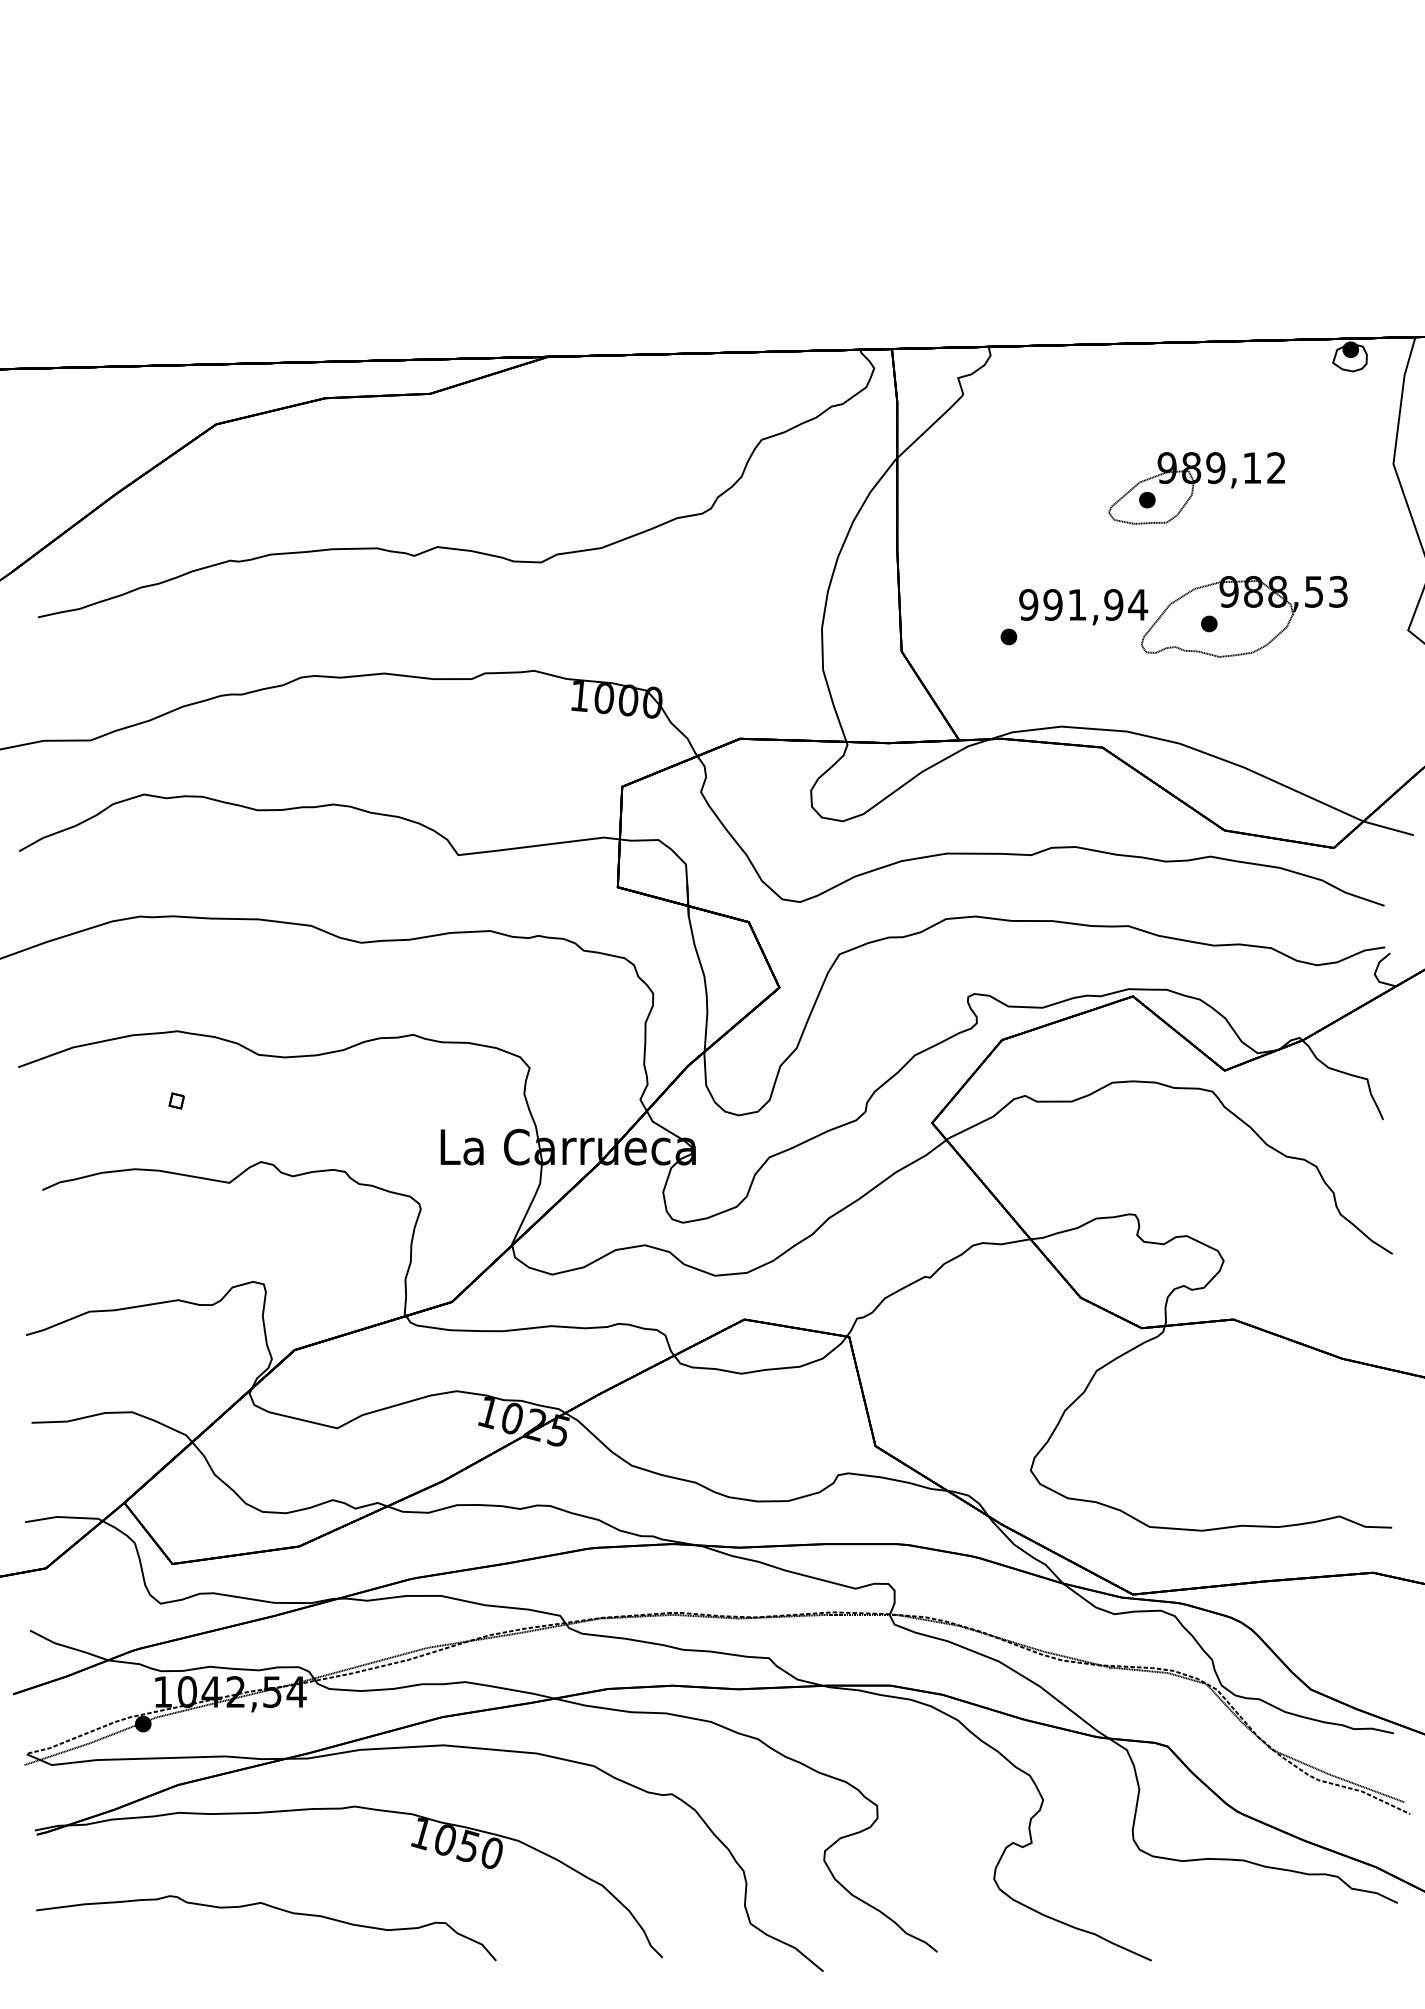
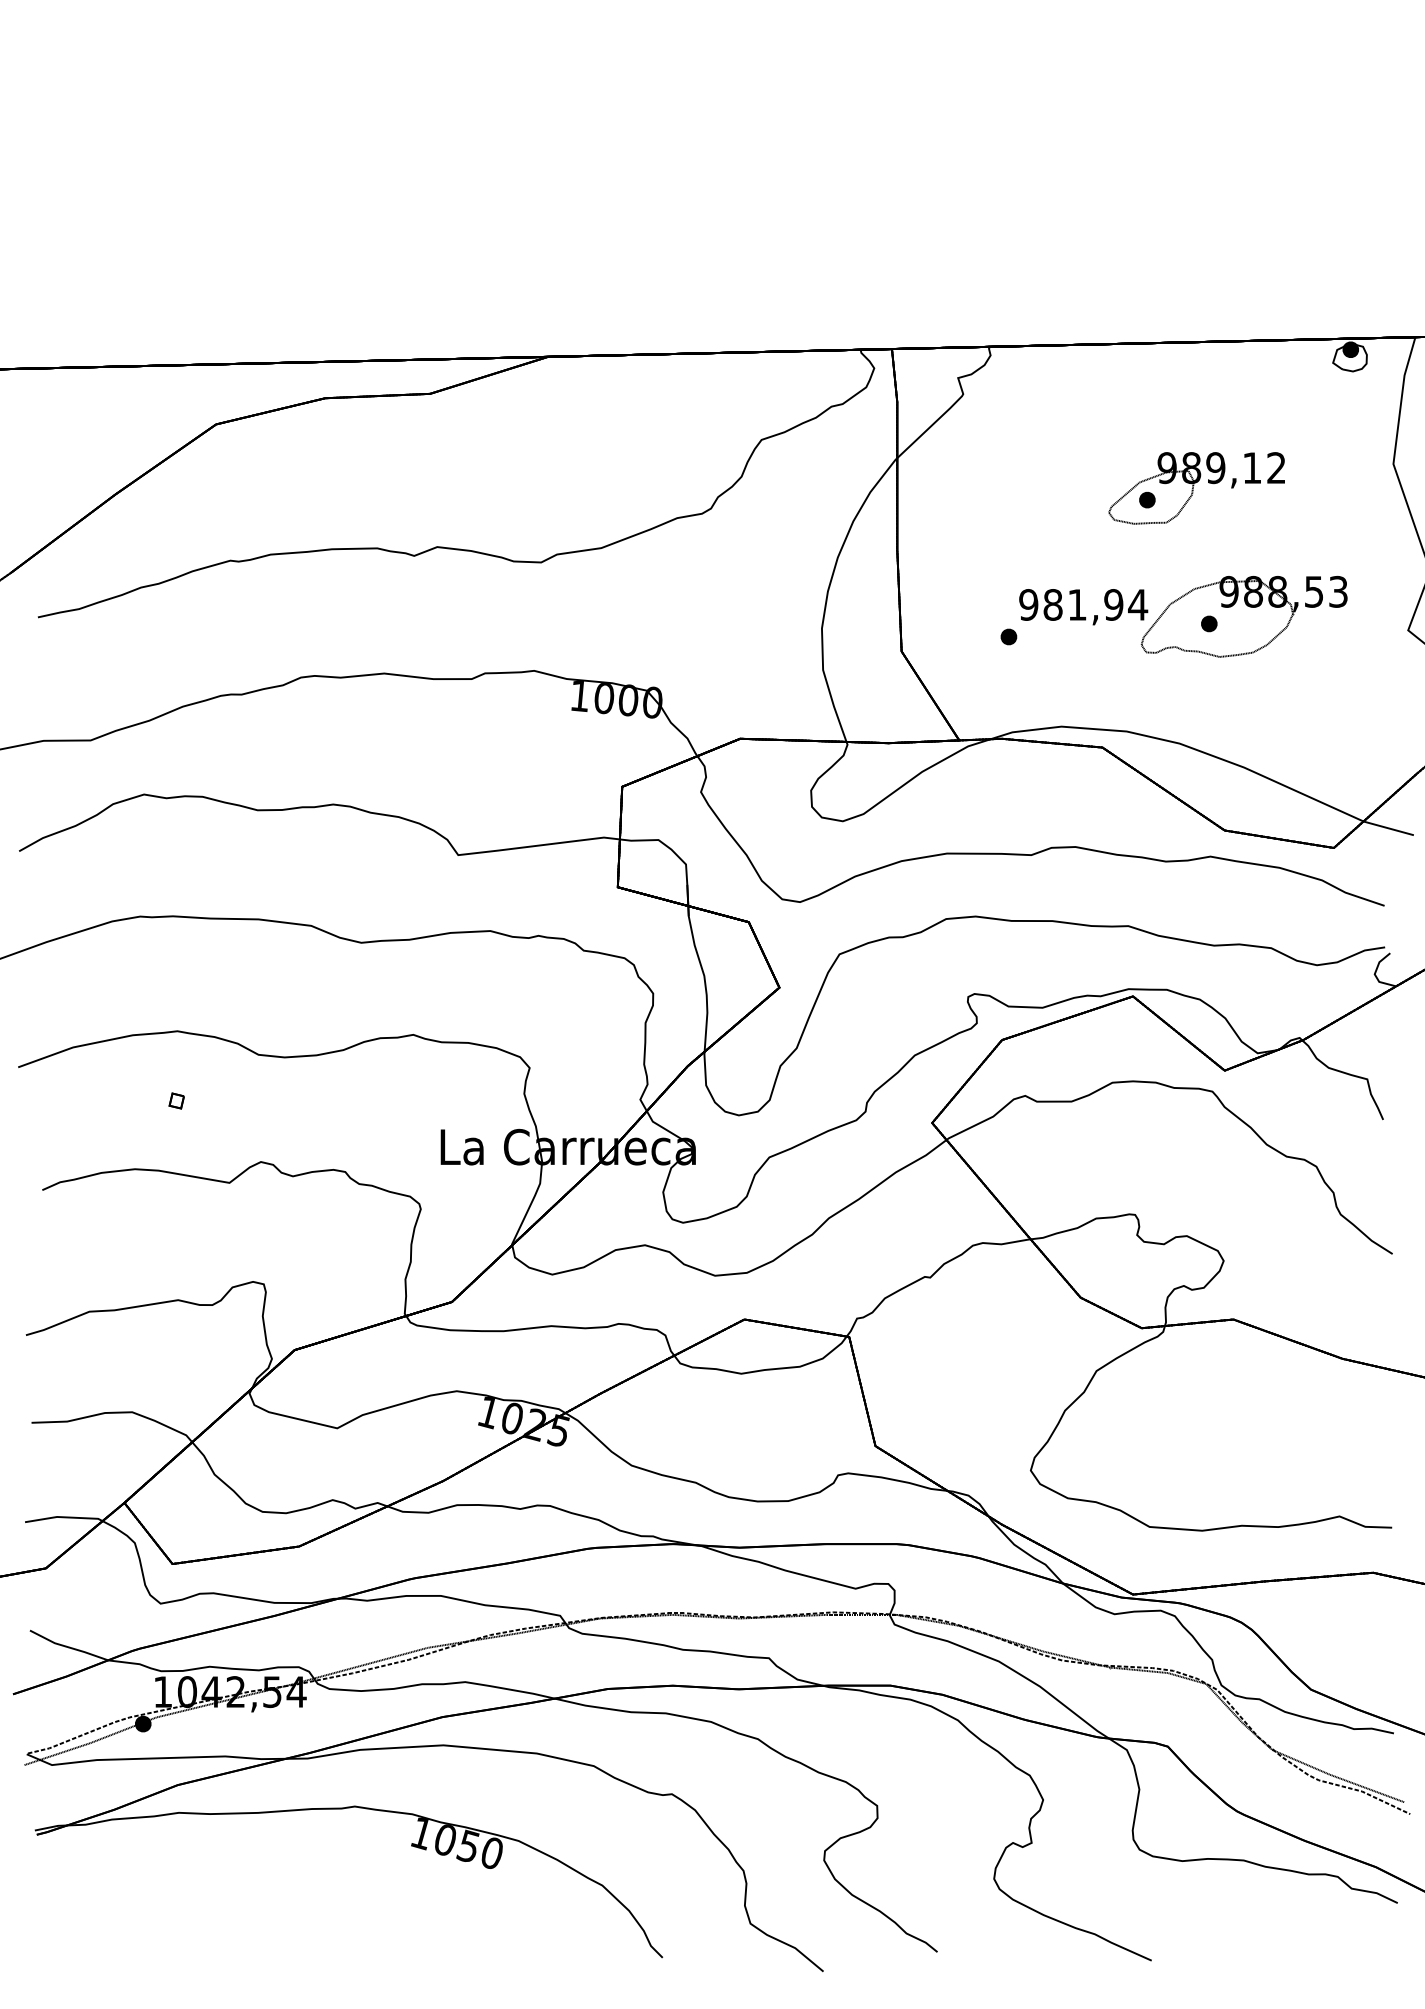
text at (1052, 604): 991,94 -> 981,94
curve at (273, 1908): present -> none
